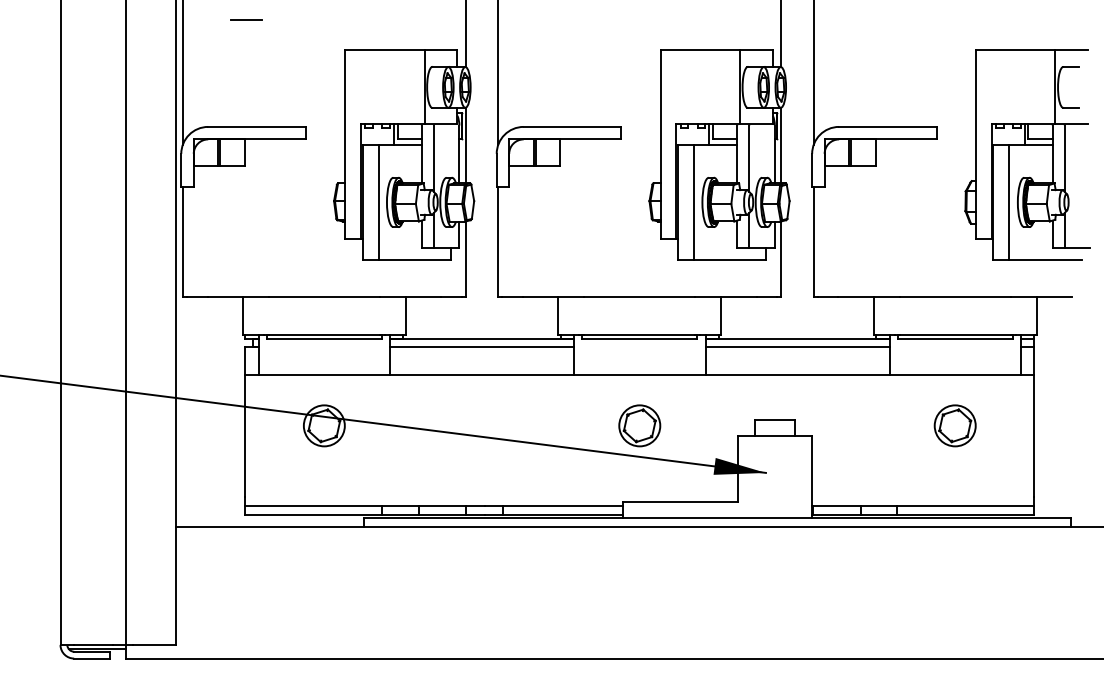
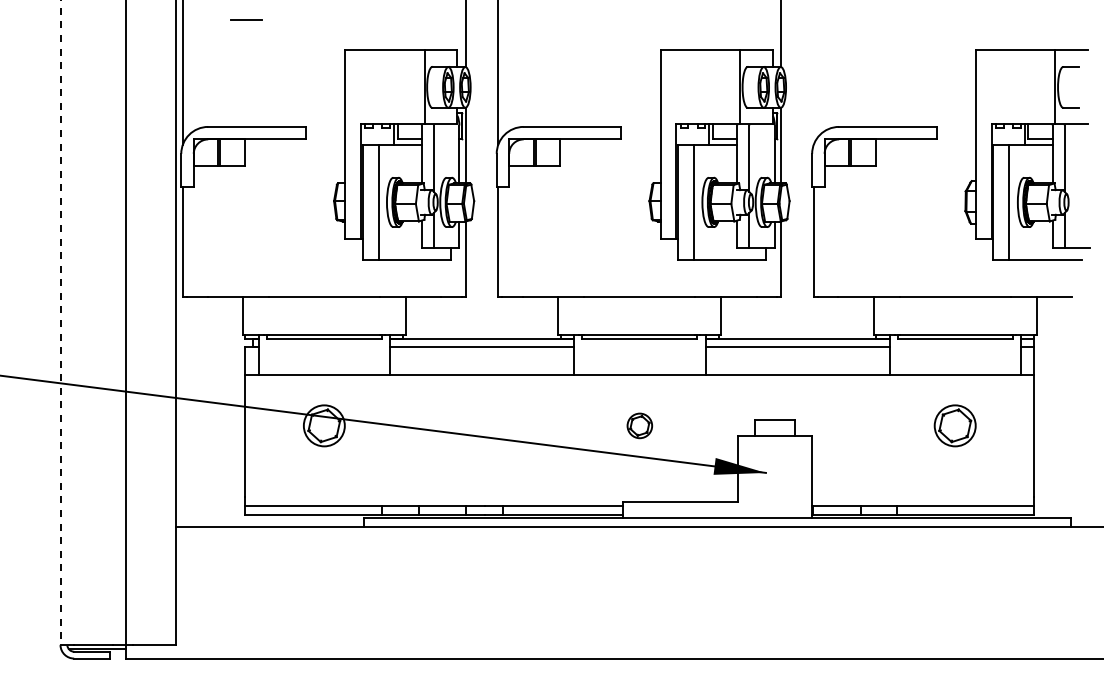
line at (813, 73): present -> none
line at (60, 322): solid -> dashed
part at (639, 425) size: 44x44 px -> 28x28 px
